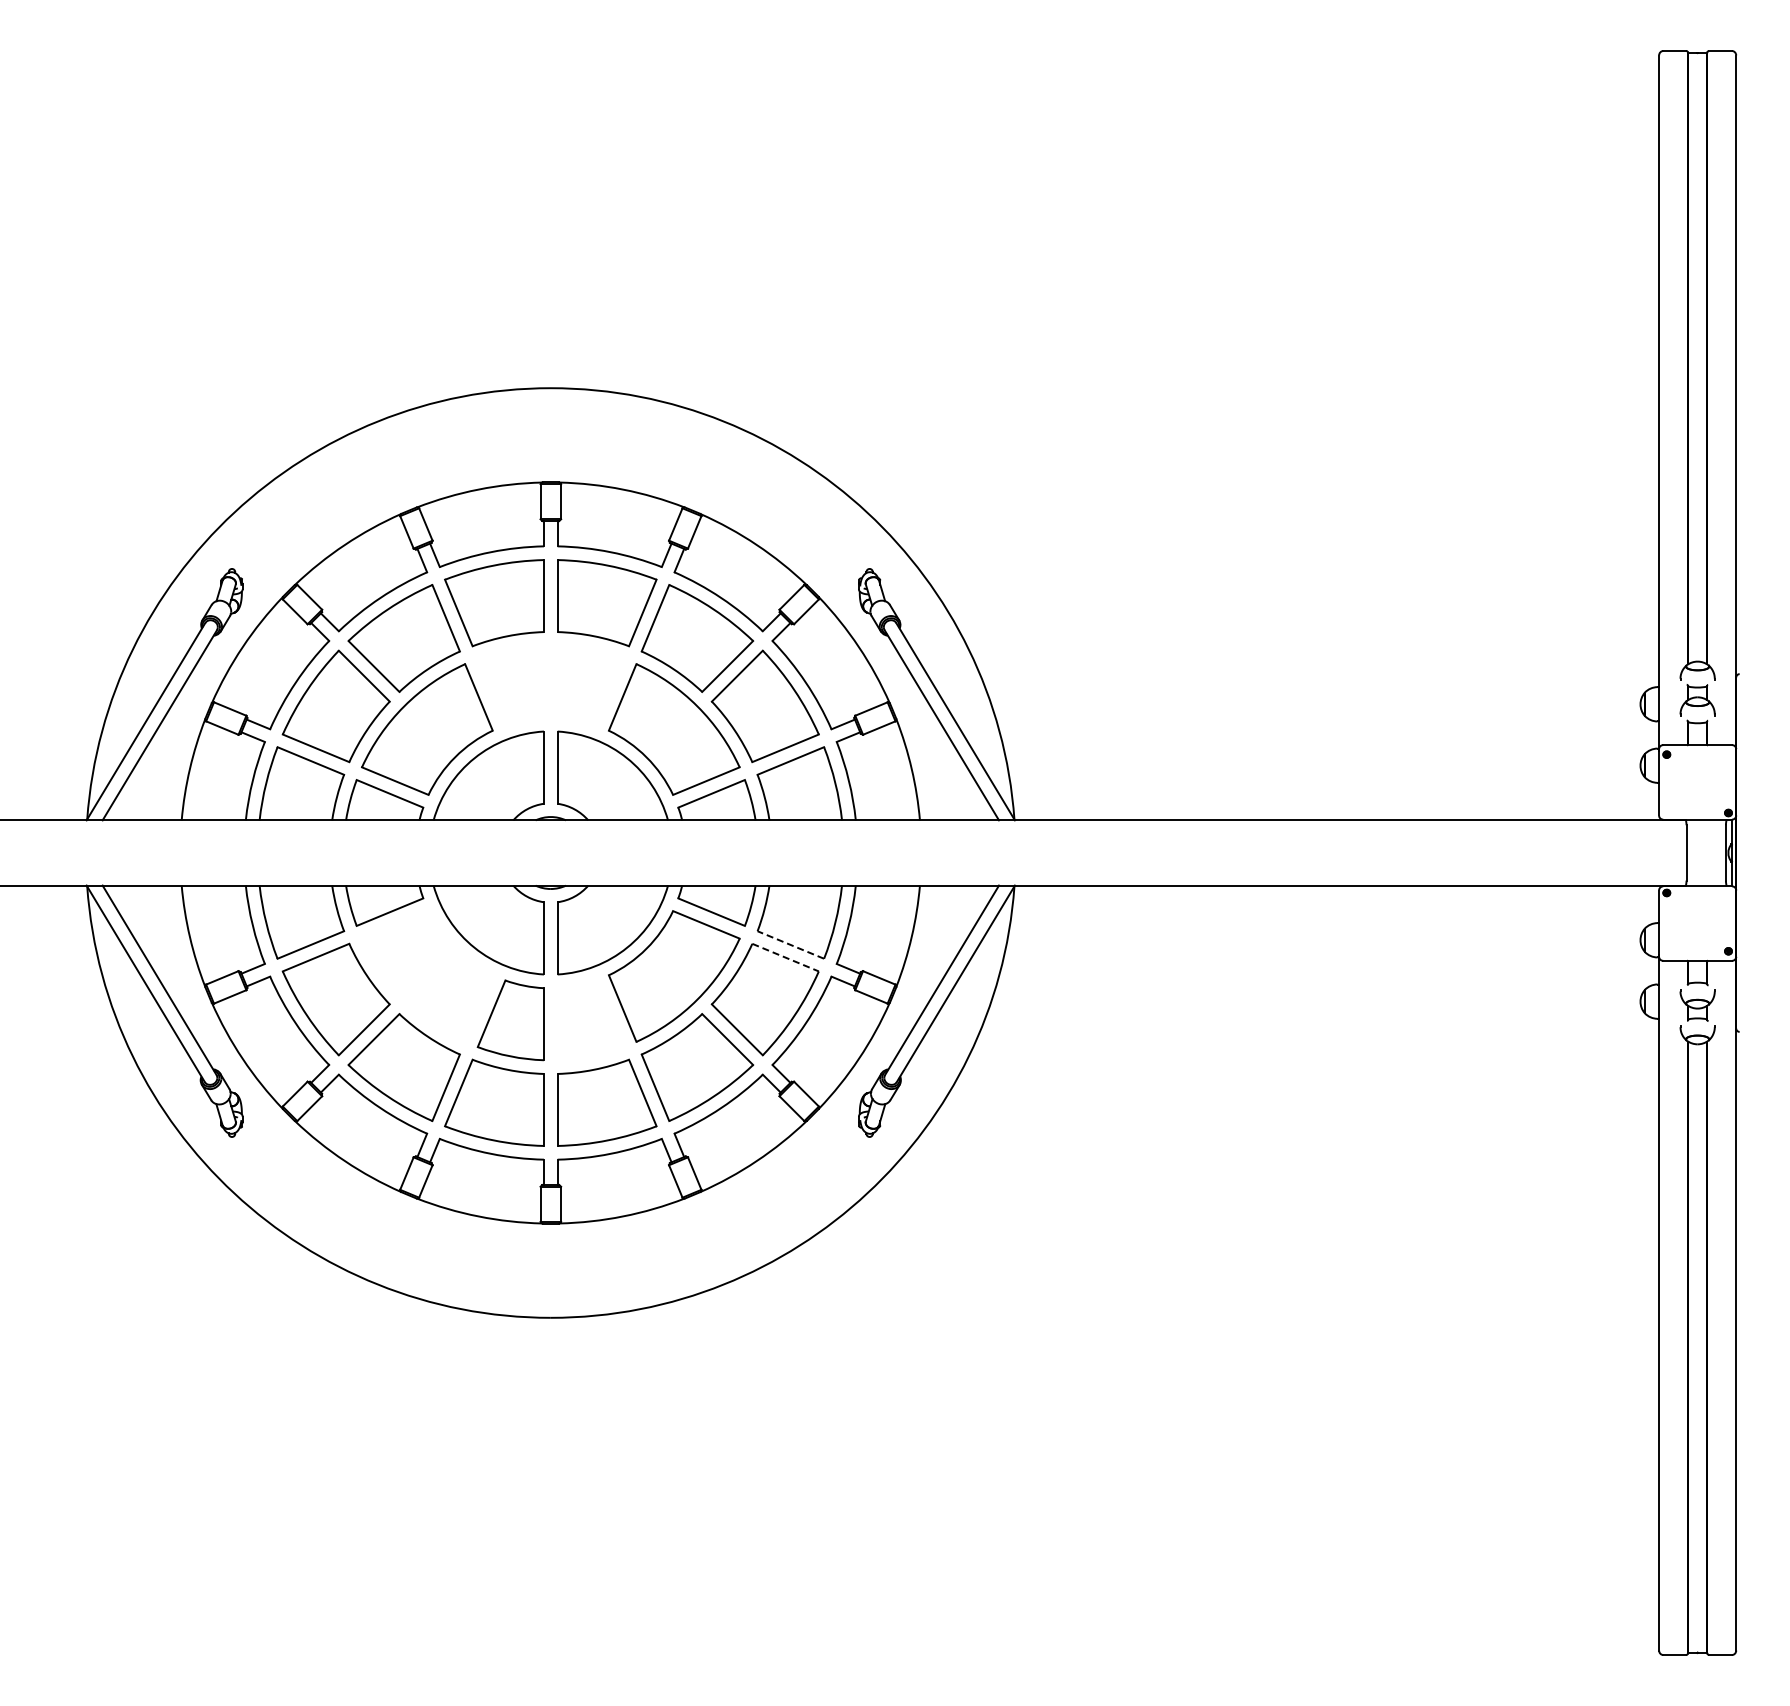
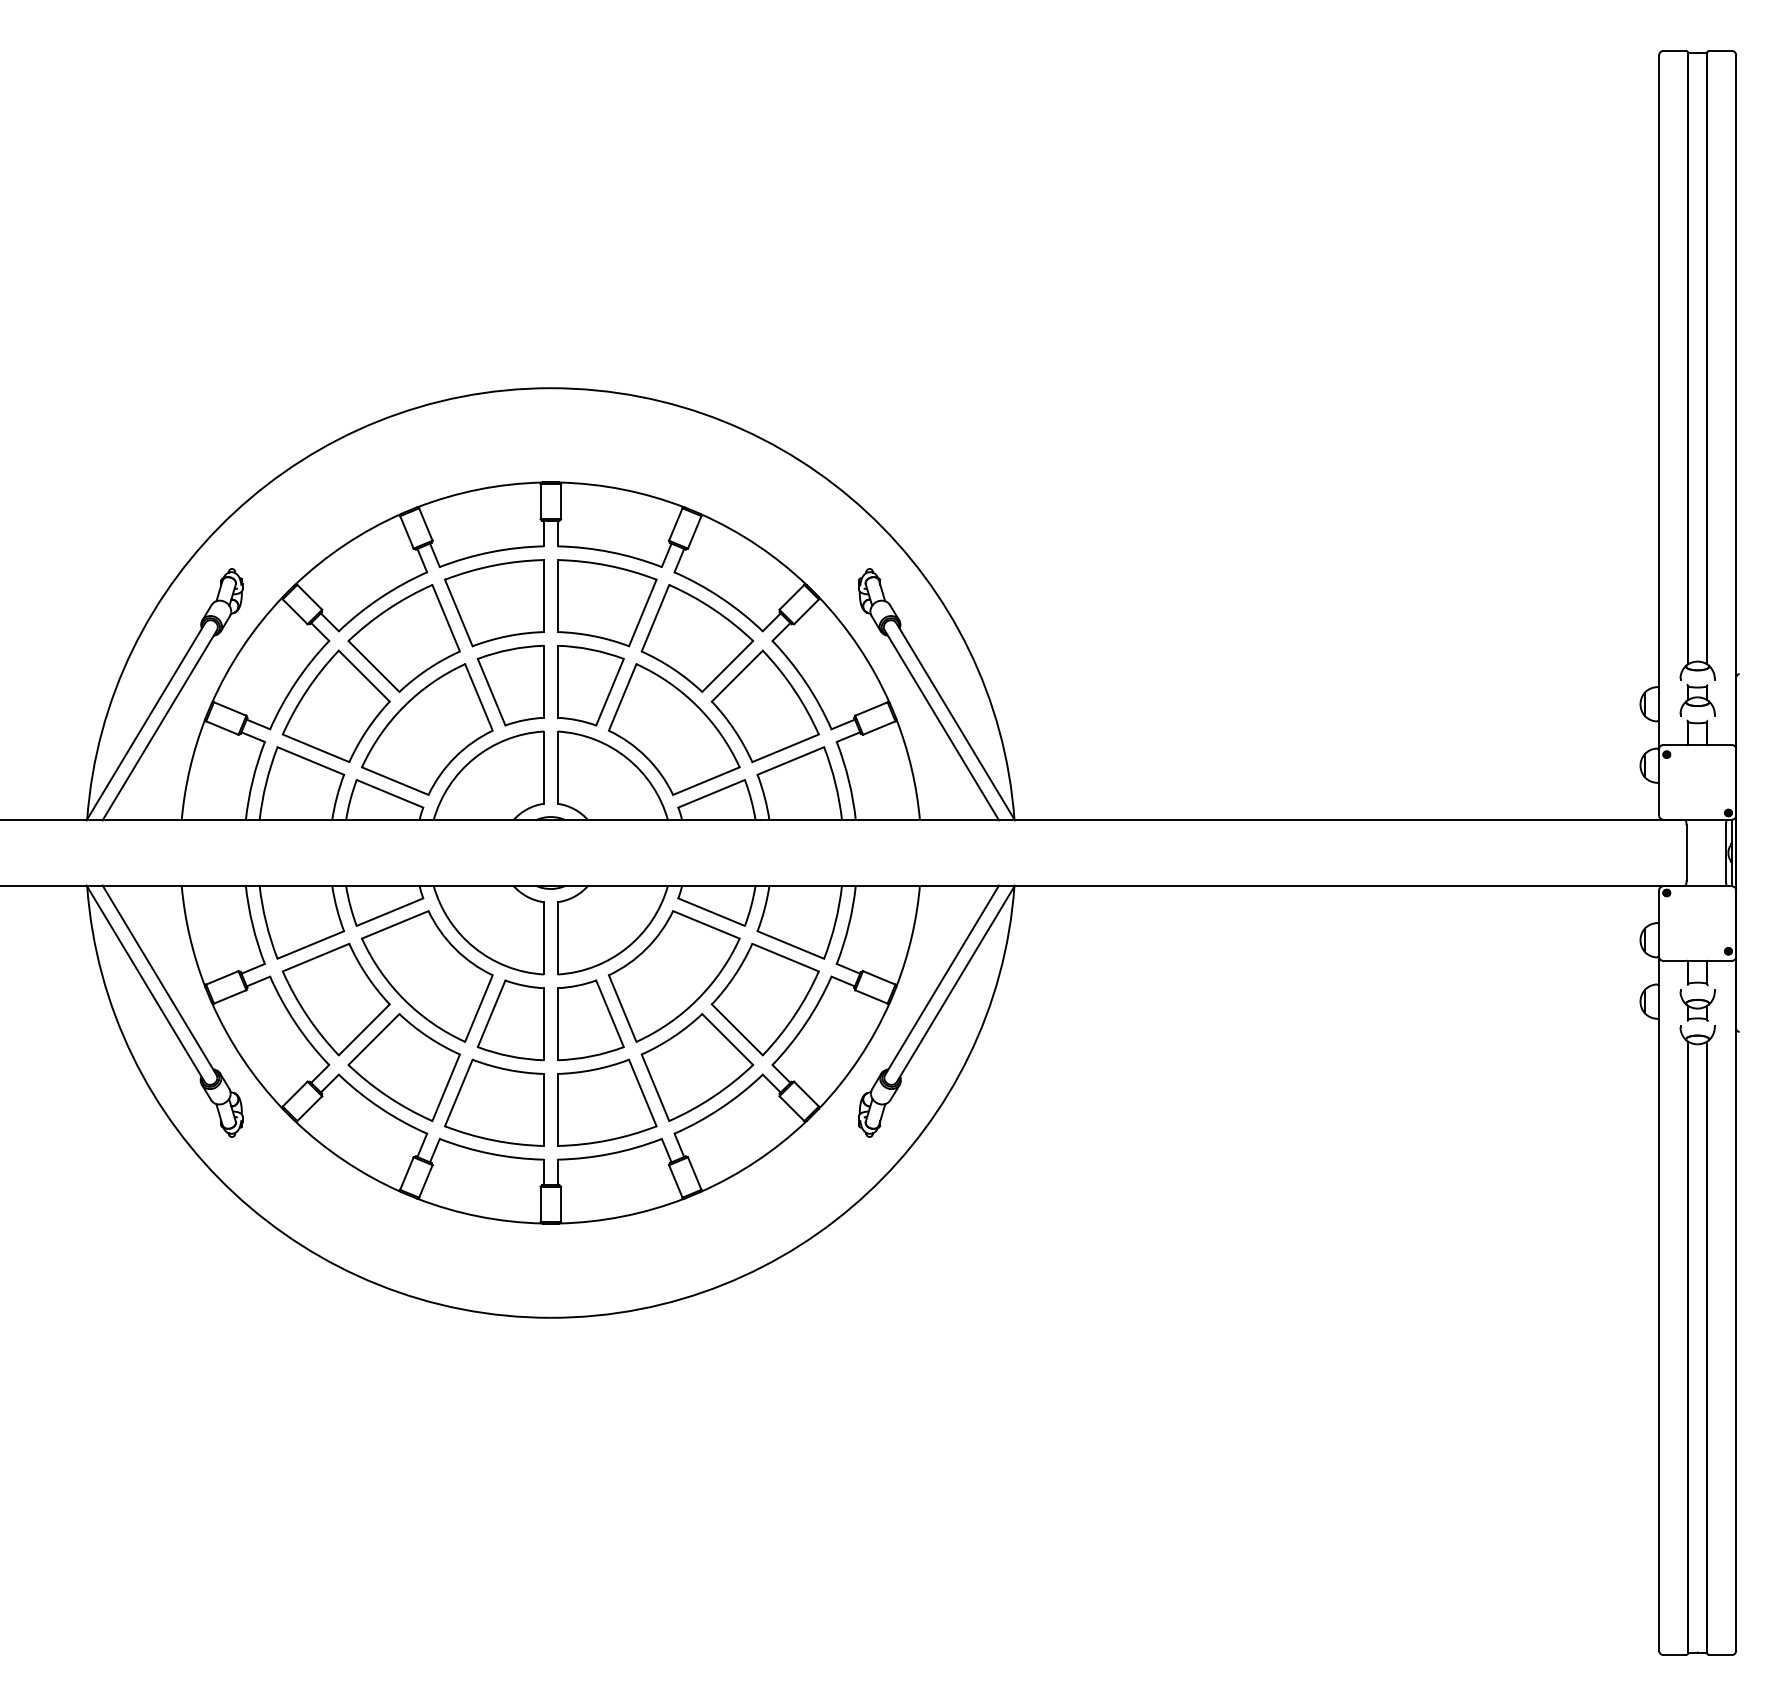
part at (510, 685): none -> present
part at (590, 685): none -> present
line at (790, 945): dashed -> solid
line at (785, 957): dashed -> solid
part at (427, 976): none -> present
part at (590, 1020): none -> present
